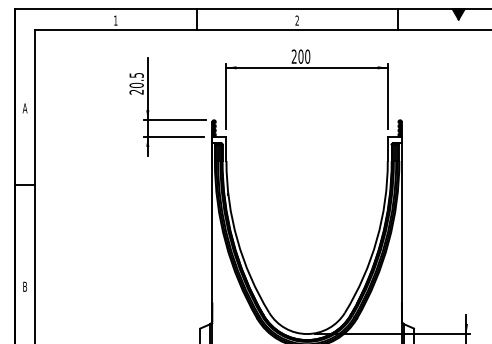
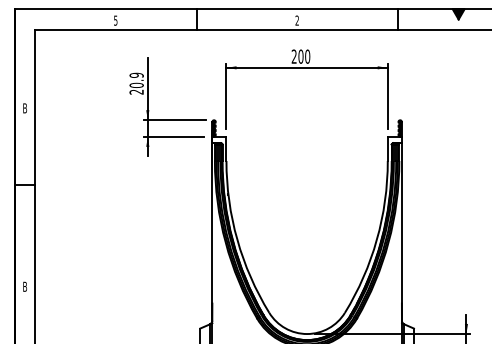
text at (115, 20): 1 -> 5
text at (136, 74): 20.5 -> 20.9
text at (24, 108): A -> B
